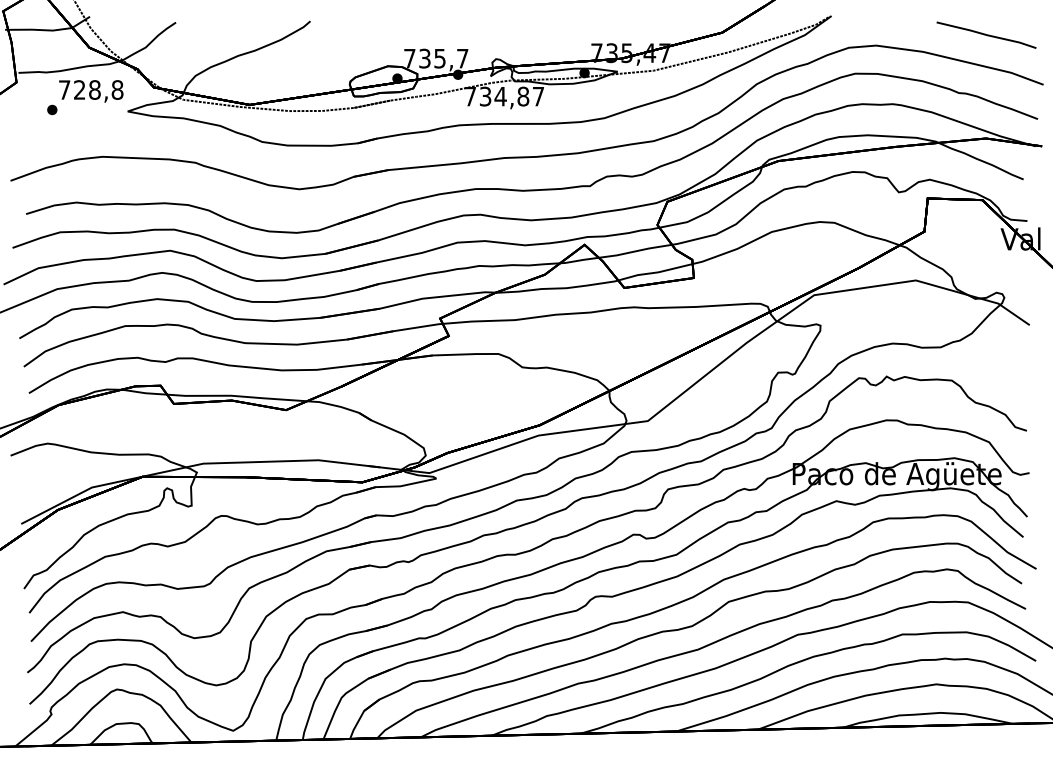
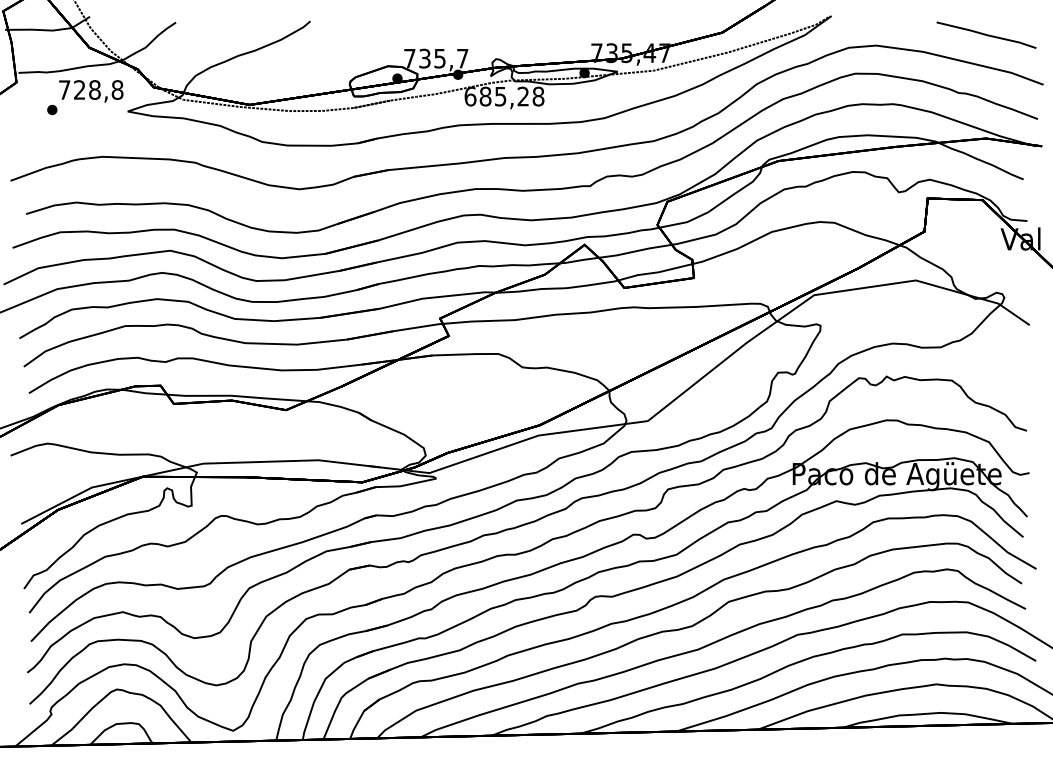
text at (504, 96): 734,87 -> 685,28
